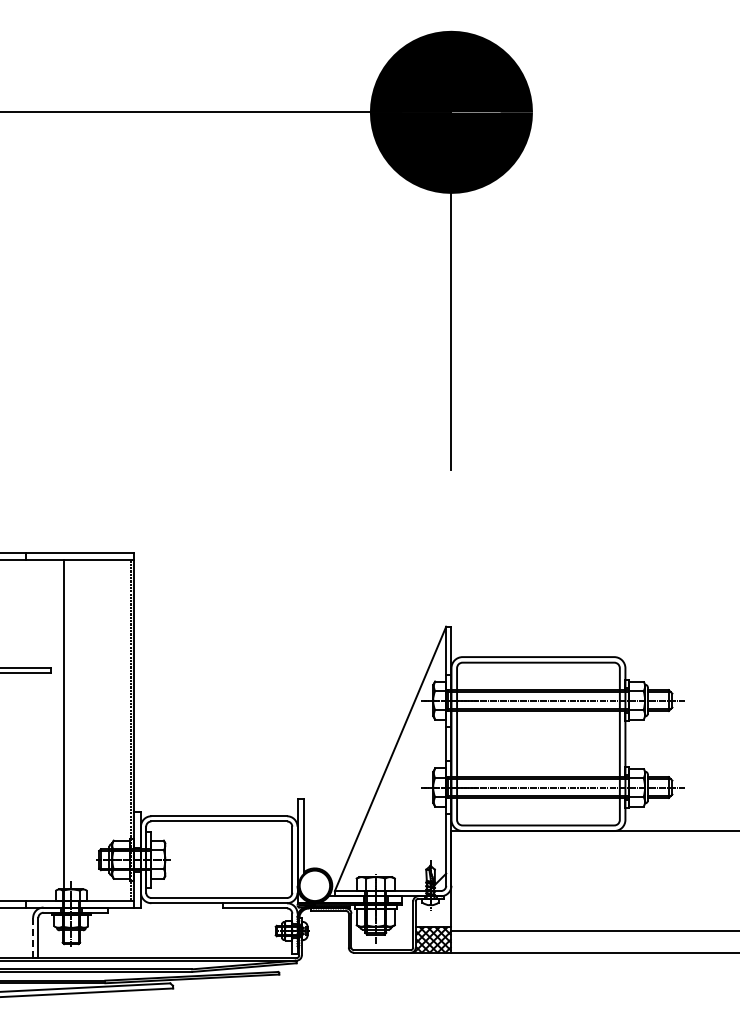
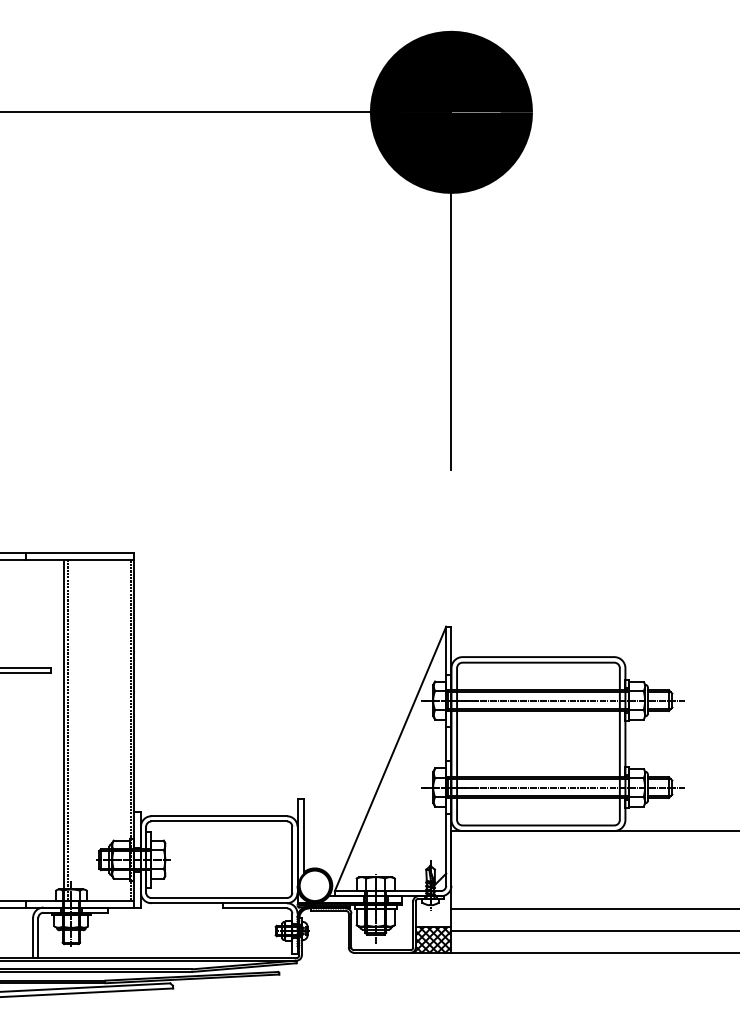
line at (67, 729): none -> present
line at (593, 909): none -> present
line at (33, 938): dashed -> solid
